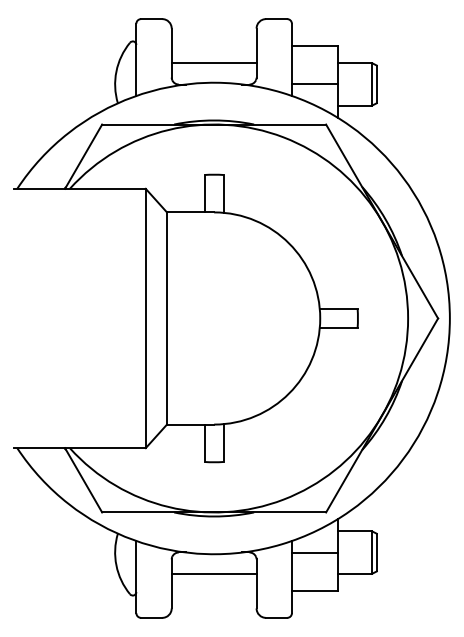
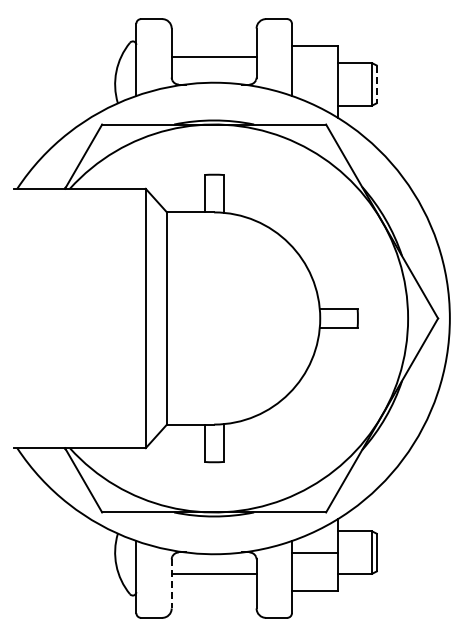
line at (213, 63) position: (213, 63) -> (213, 57)
line at (314, 84): present -> none
line at (376, 84): solid -> dashed
line at (171, 583): solid -> dashed
